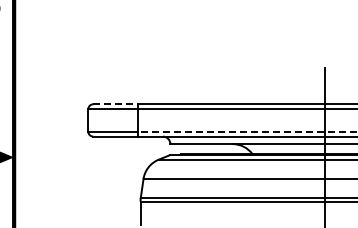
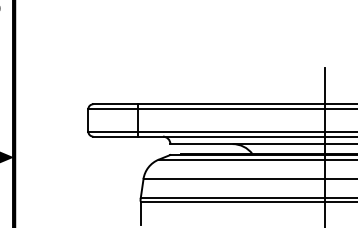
line at (116, 104): dashed -> solid
line at (247, 131): dashed -> solid
